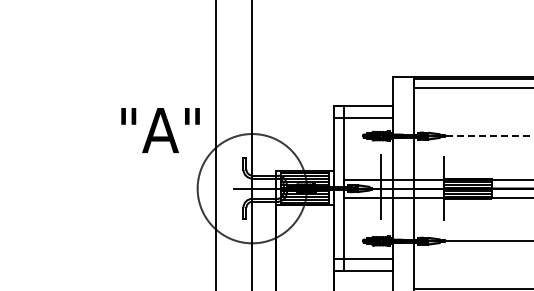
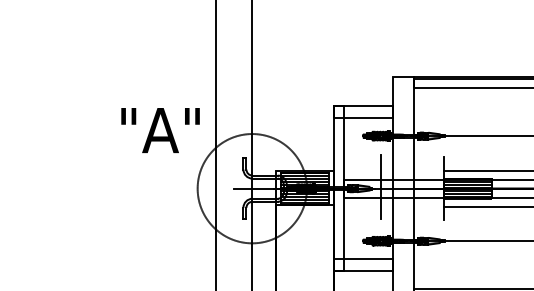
line at (490, 136): dashed -> solid
line at (486, 170): none -> present
line at (486, 206): none -> present
